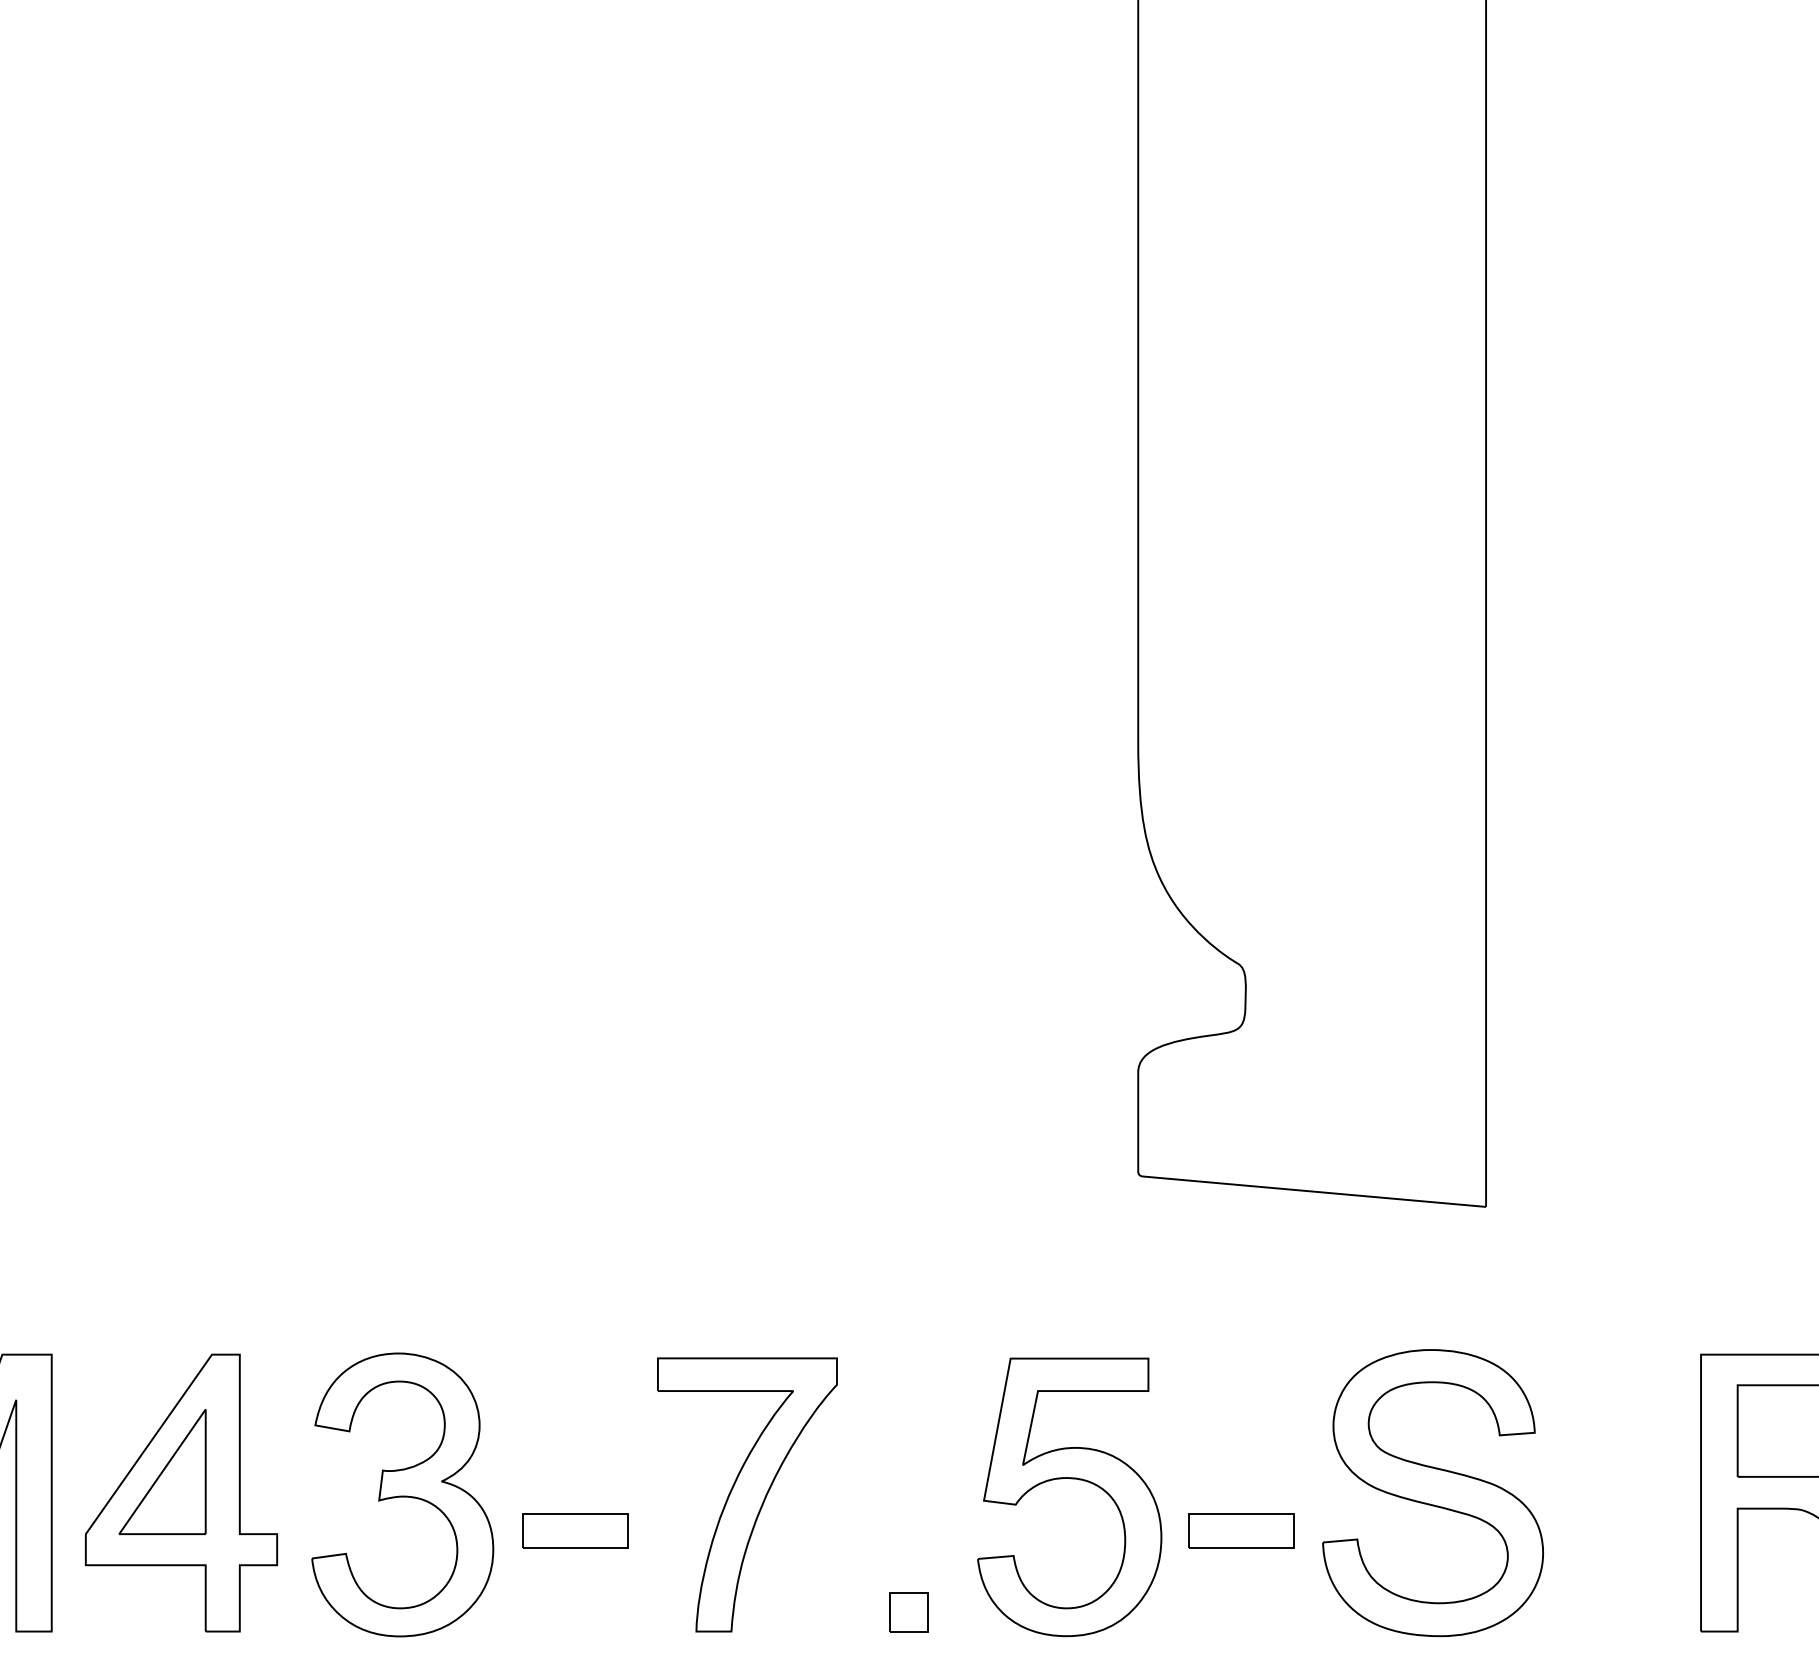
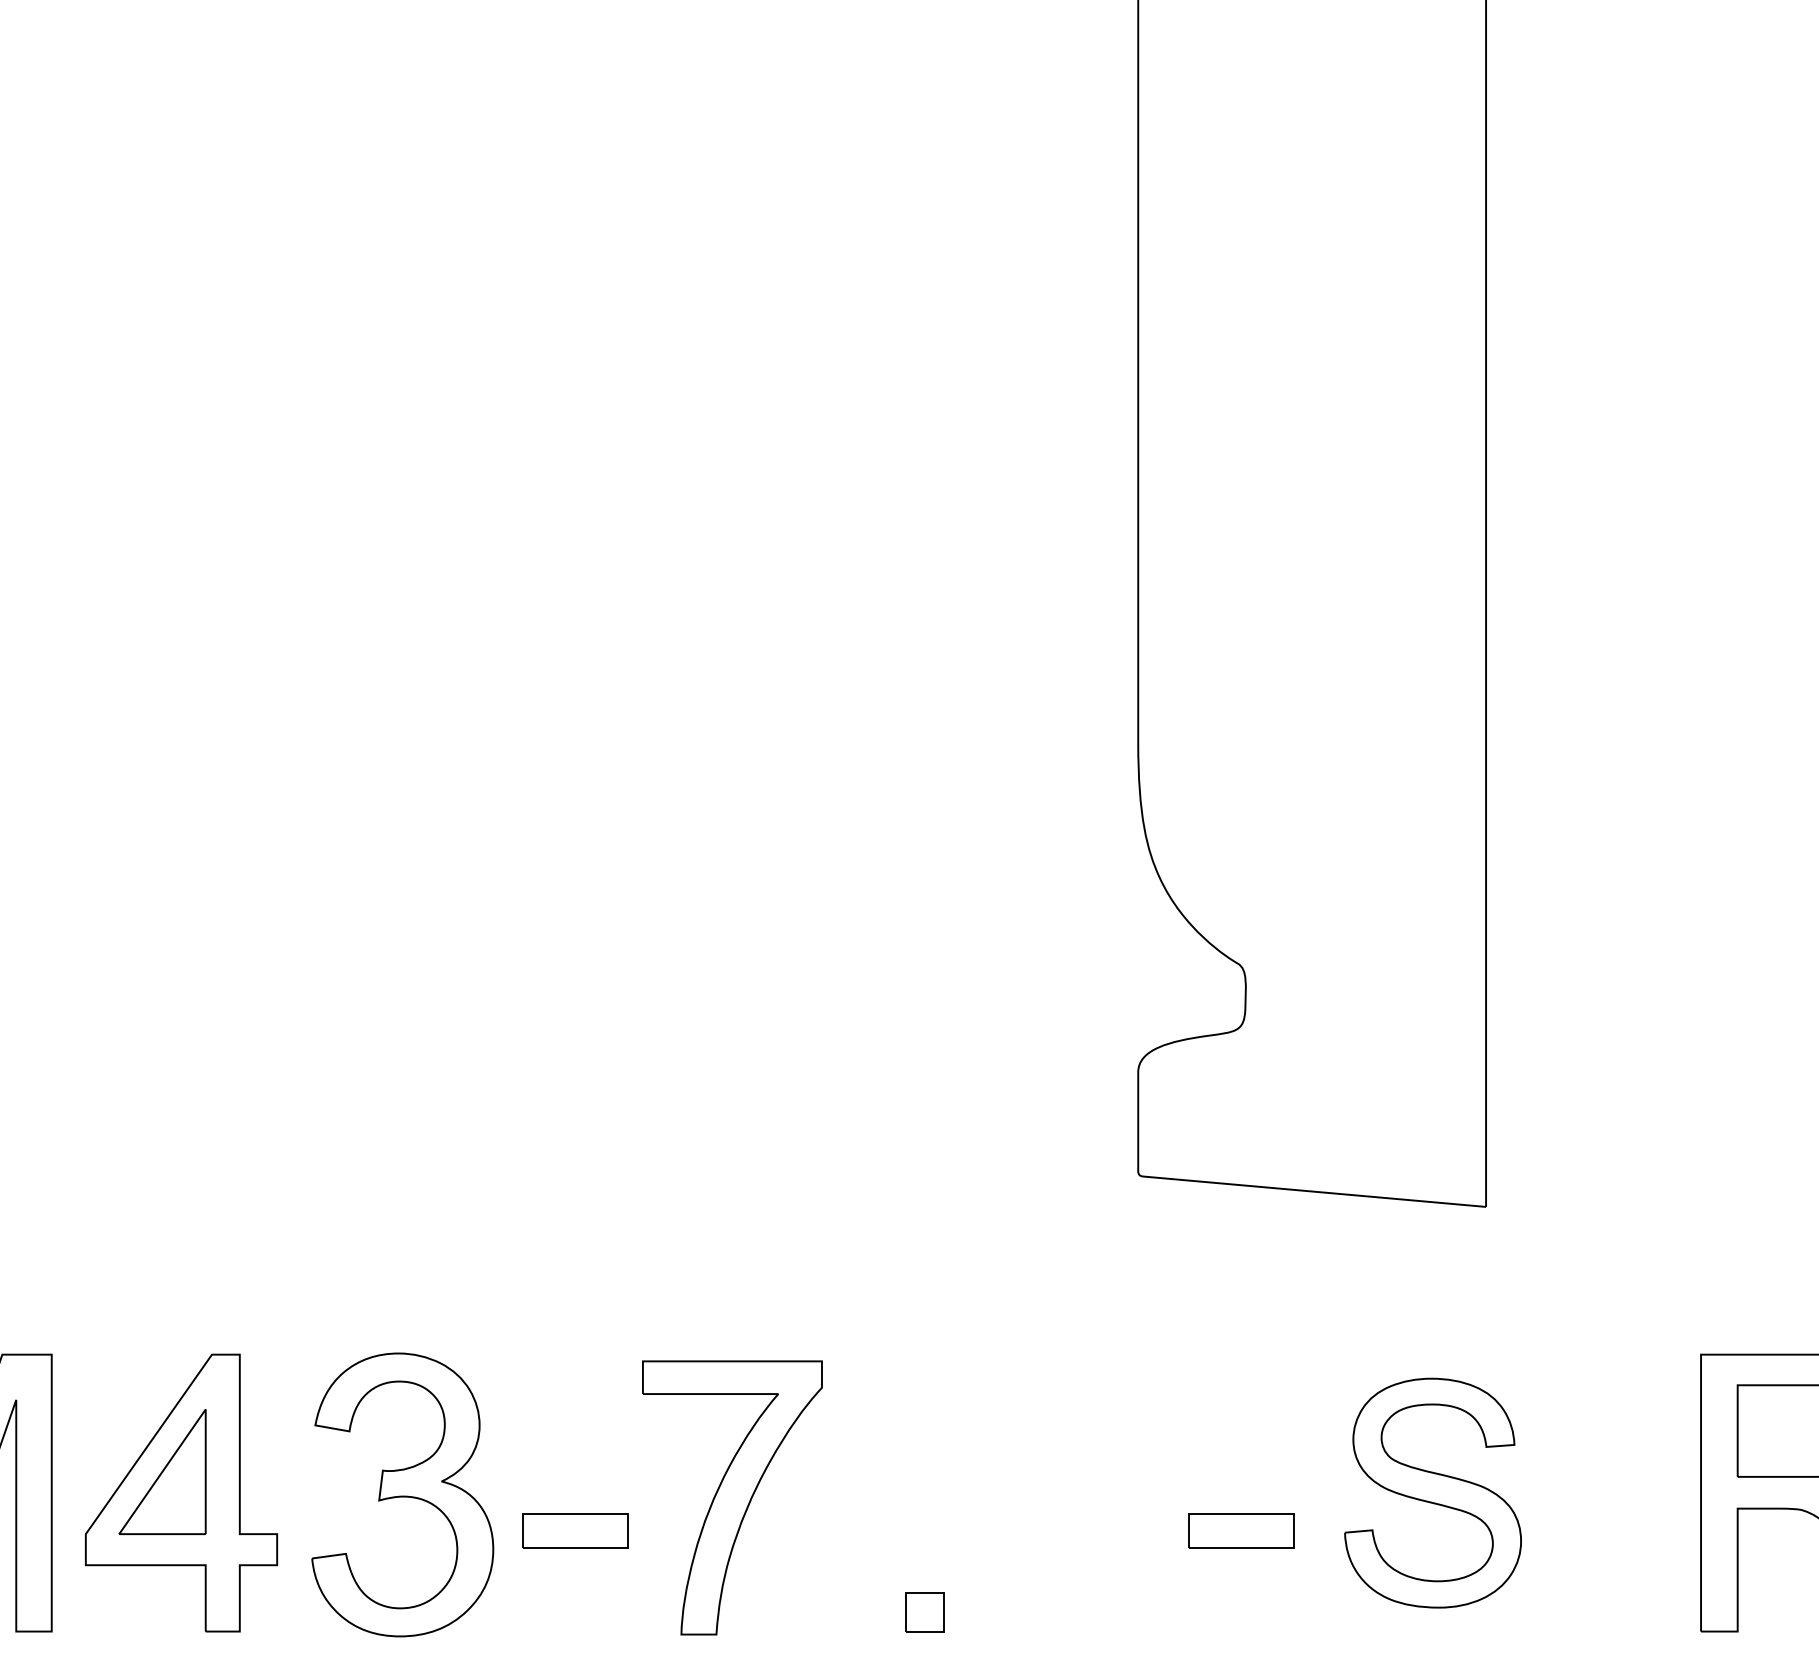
part at (1071, 1479): present -> none
part at (1432, 1493) size: 222x289 px -> 178x232 px
part at (747, 1494) position: (747, 1494) -> (732, 1497)
part at (908, 1612) position: (908, 1612) -> (924, 1612)
